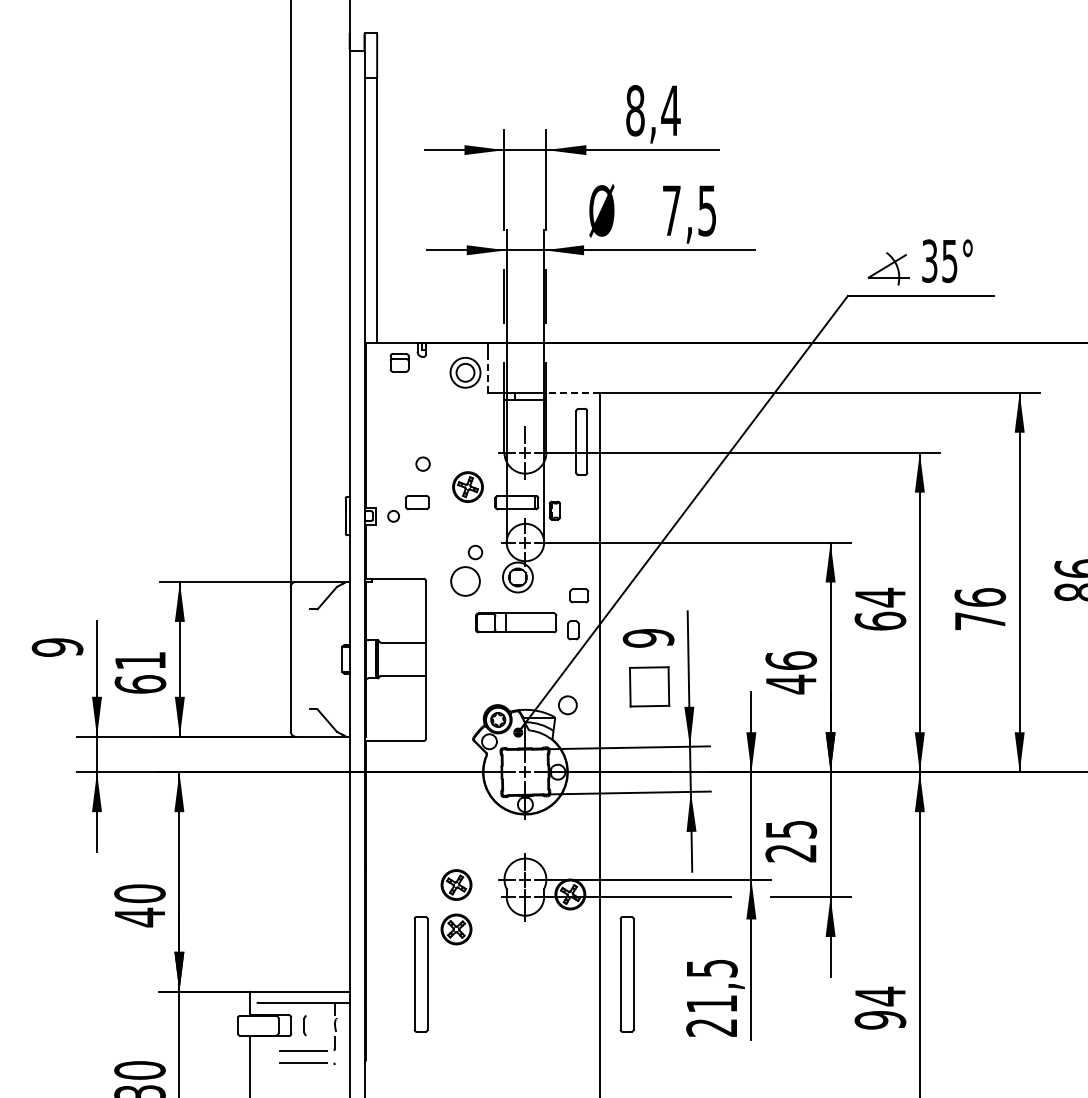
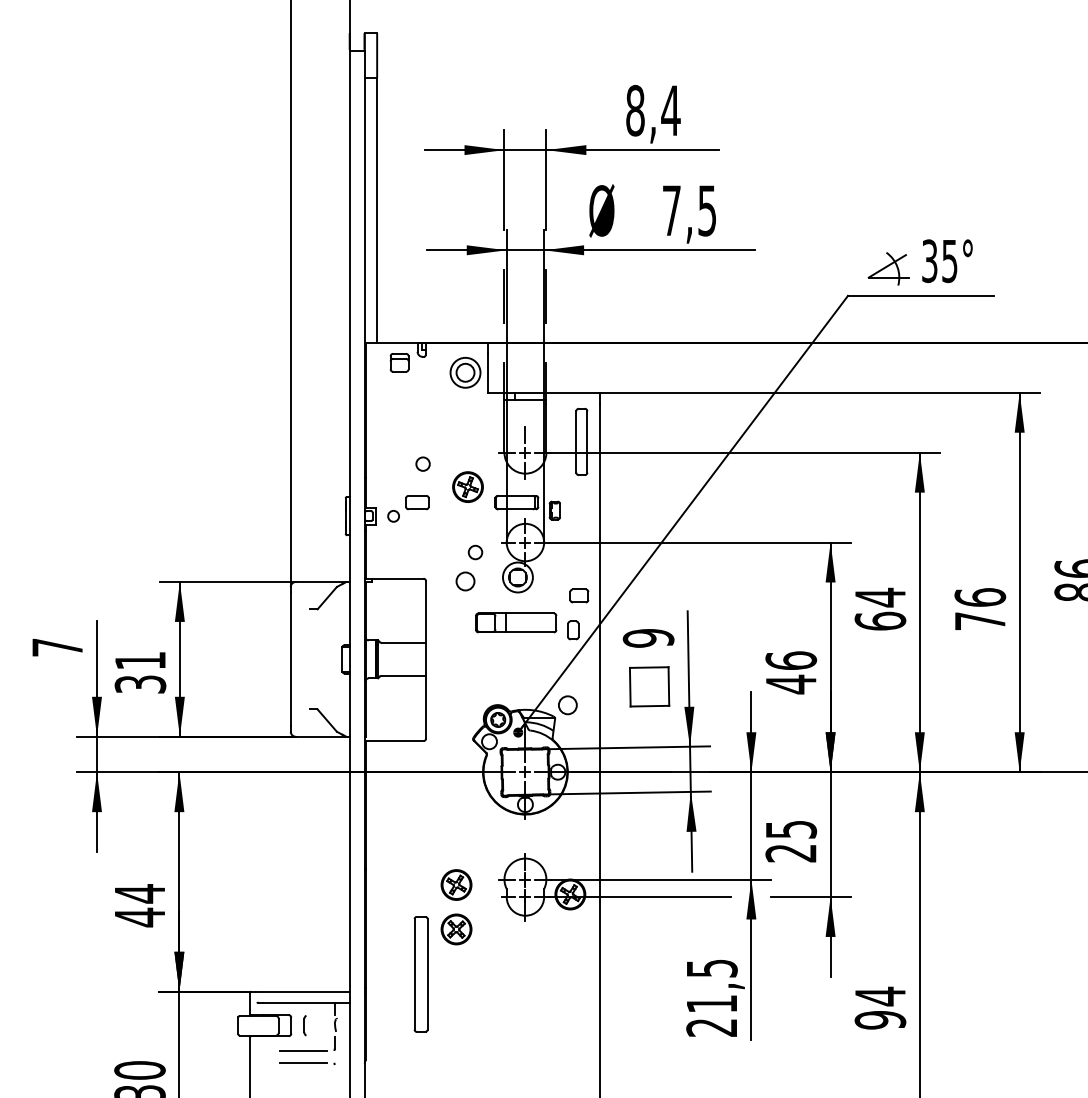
line at (488, 373): dashed -> solid
line at (573, 392): dashed -> solid
circle at (465, 581) diameter: 29 px -> 18 px
text at (57, 647): 9 -> 7
text at (140, 684): 61 -> 31
text at (139, 893): 40 -> 44
part at (626, 974): present -> none
